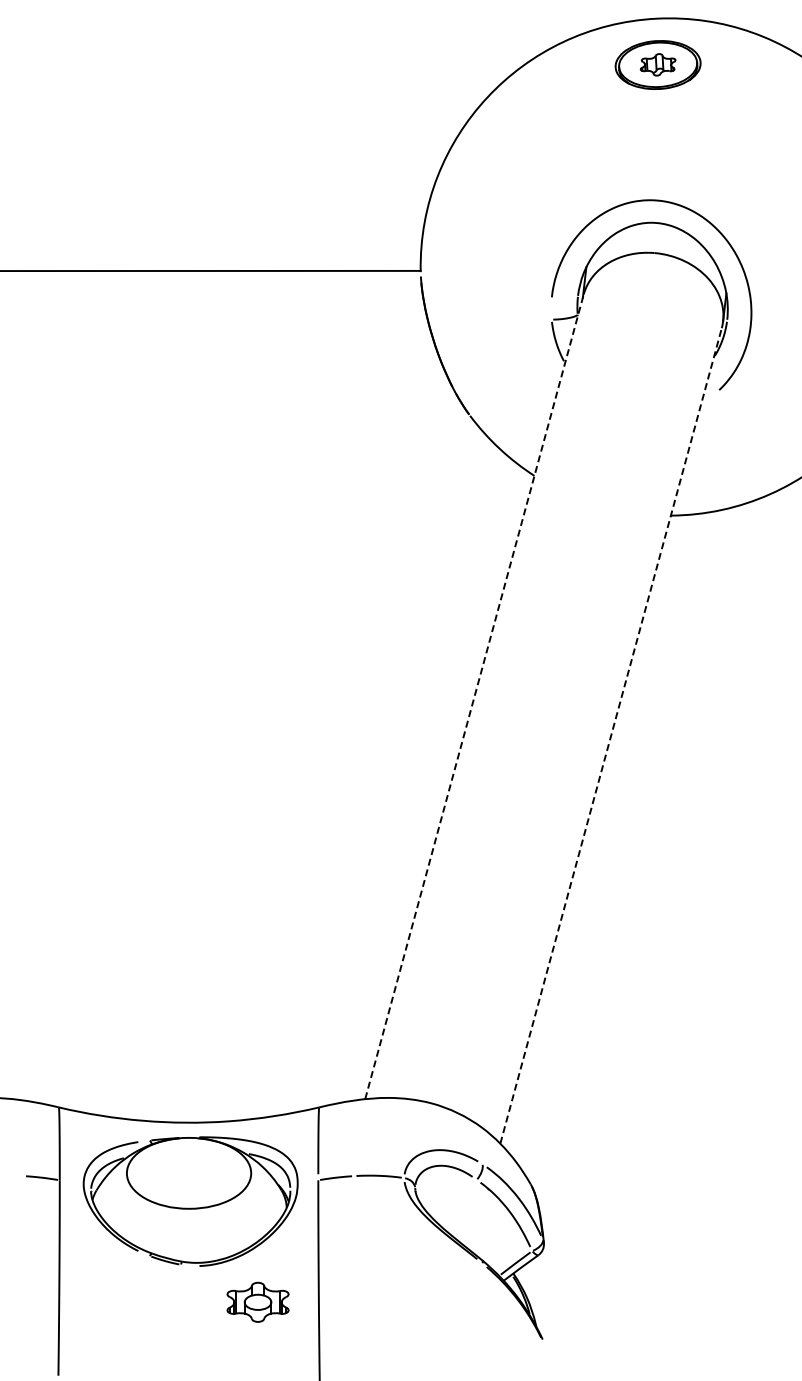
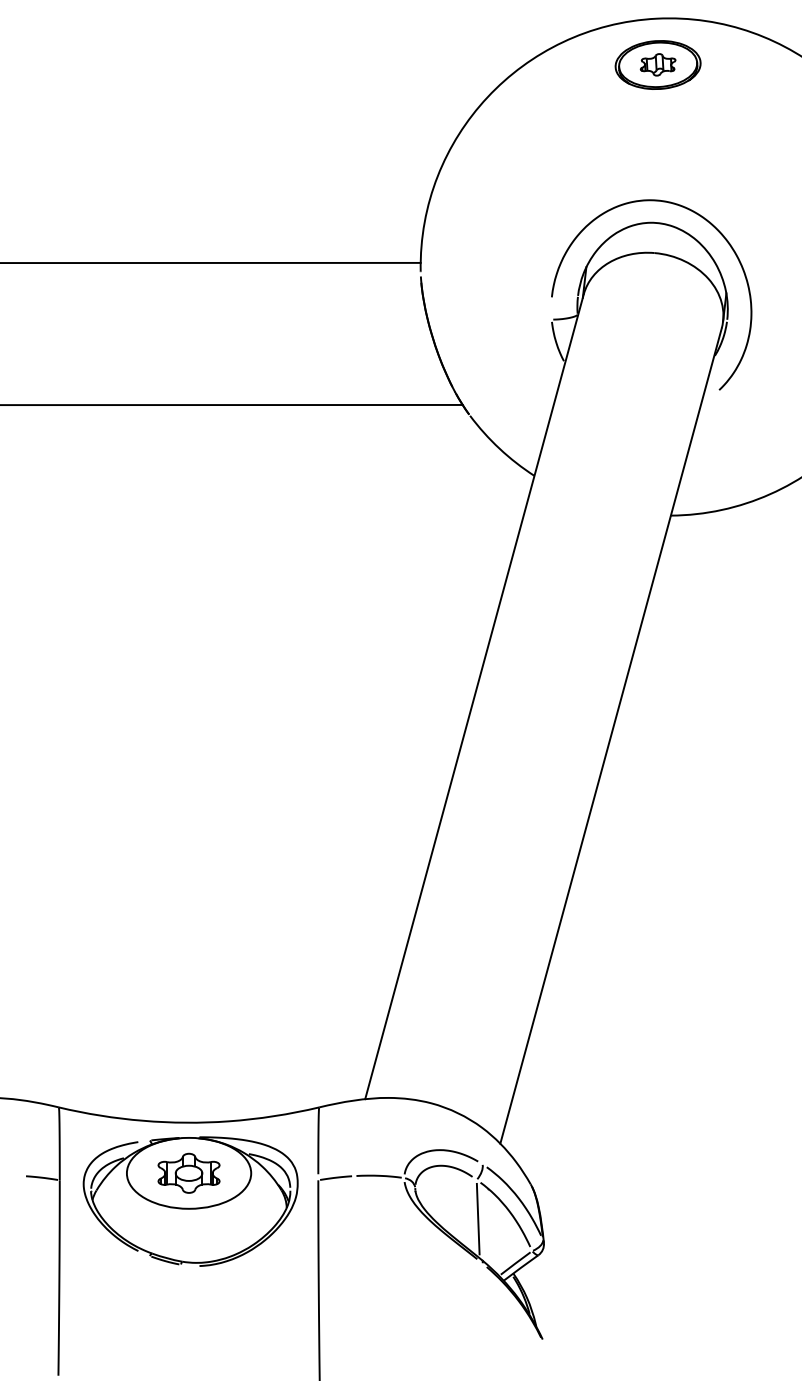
line at (211, 270) position: (211, 270) -> (211, 262)
line at (232, 404): none -> present
line at (474, 696): dashed -> solid
line at (611, 735): dashed -> solid
line at (477, 1218): none -> present
part at (257, 1301) position: (257, 1301) -> (188, 1172)
